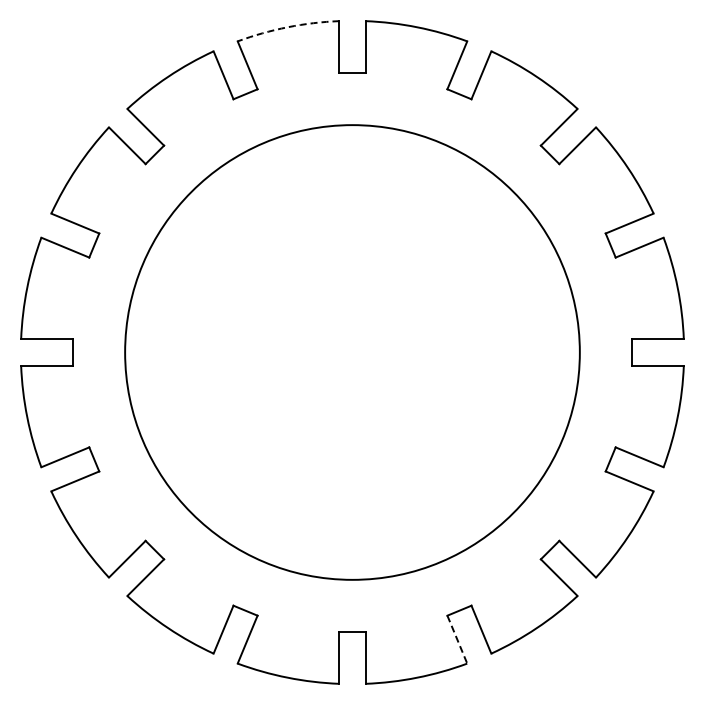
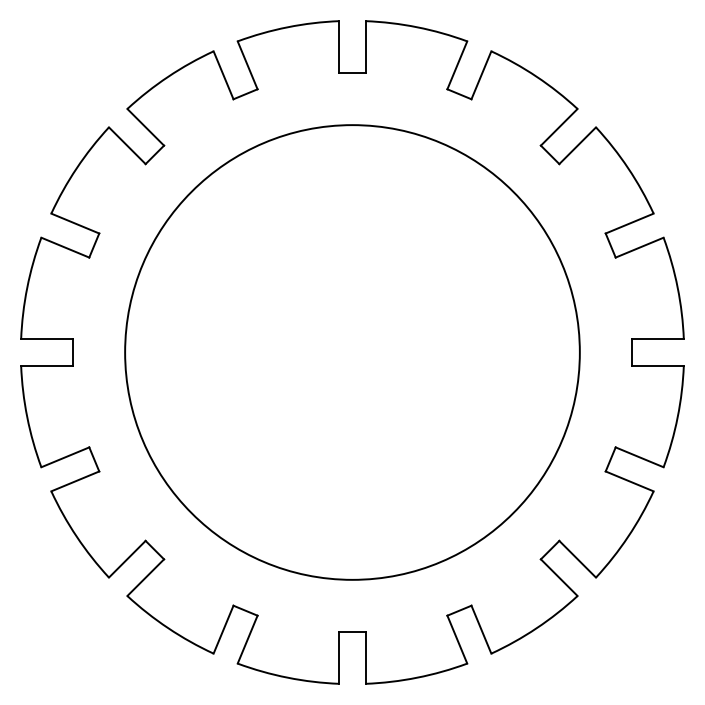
arc at (287, 27): dashed -> solid
line at (457, 639): dashed -> solid
